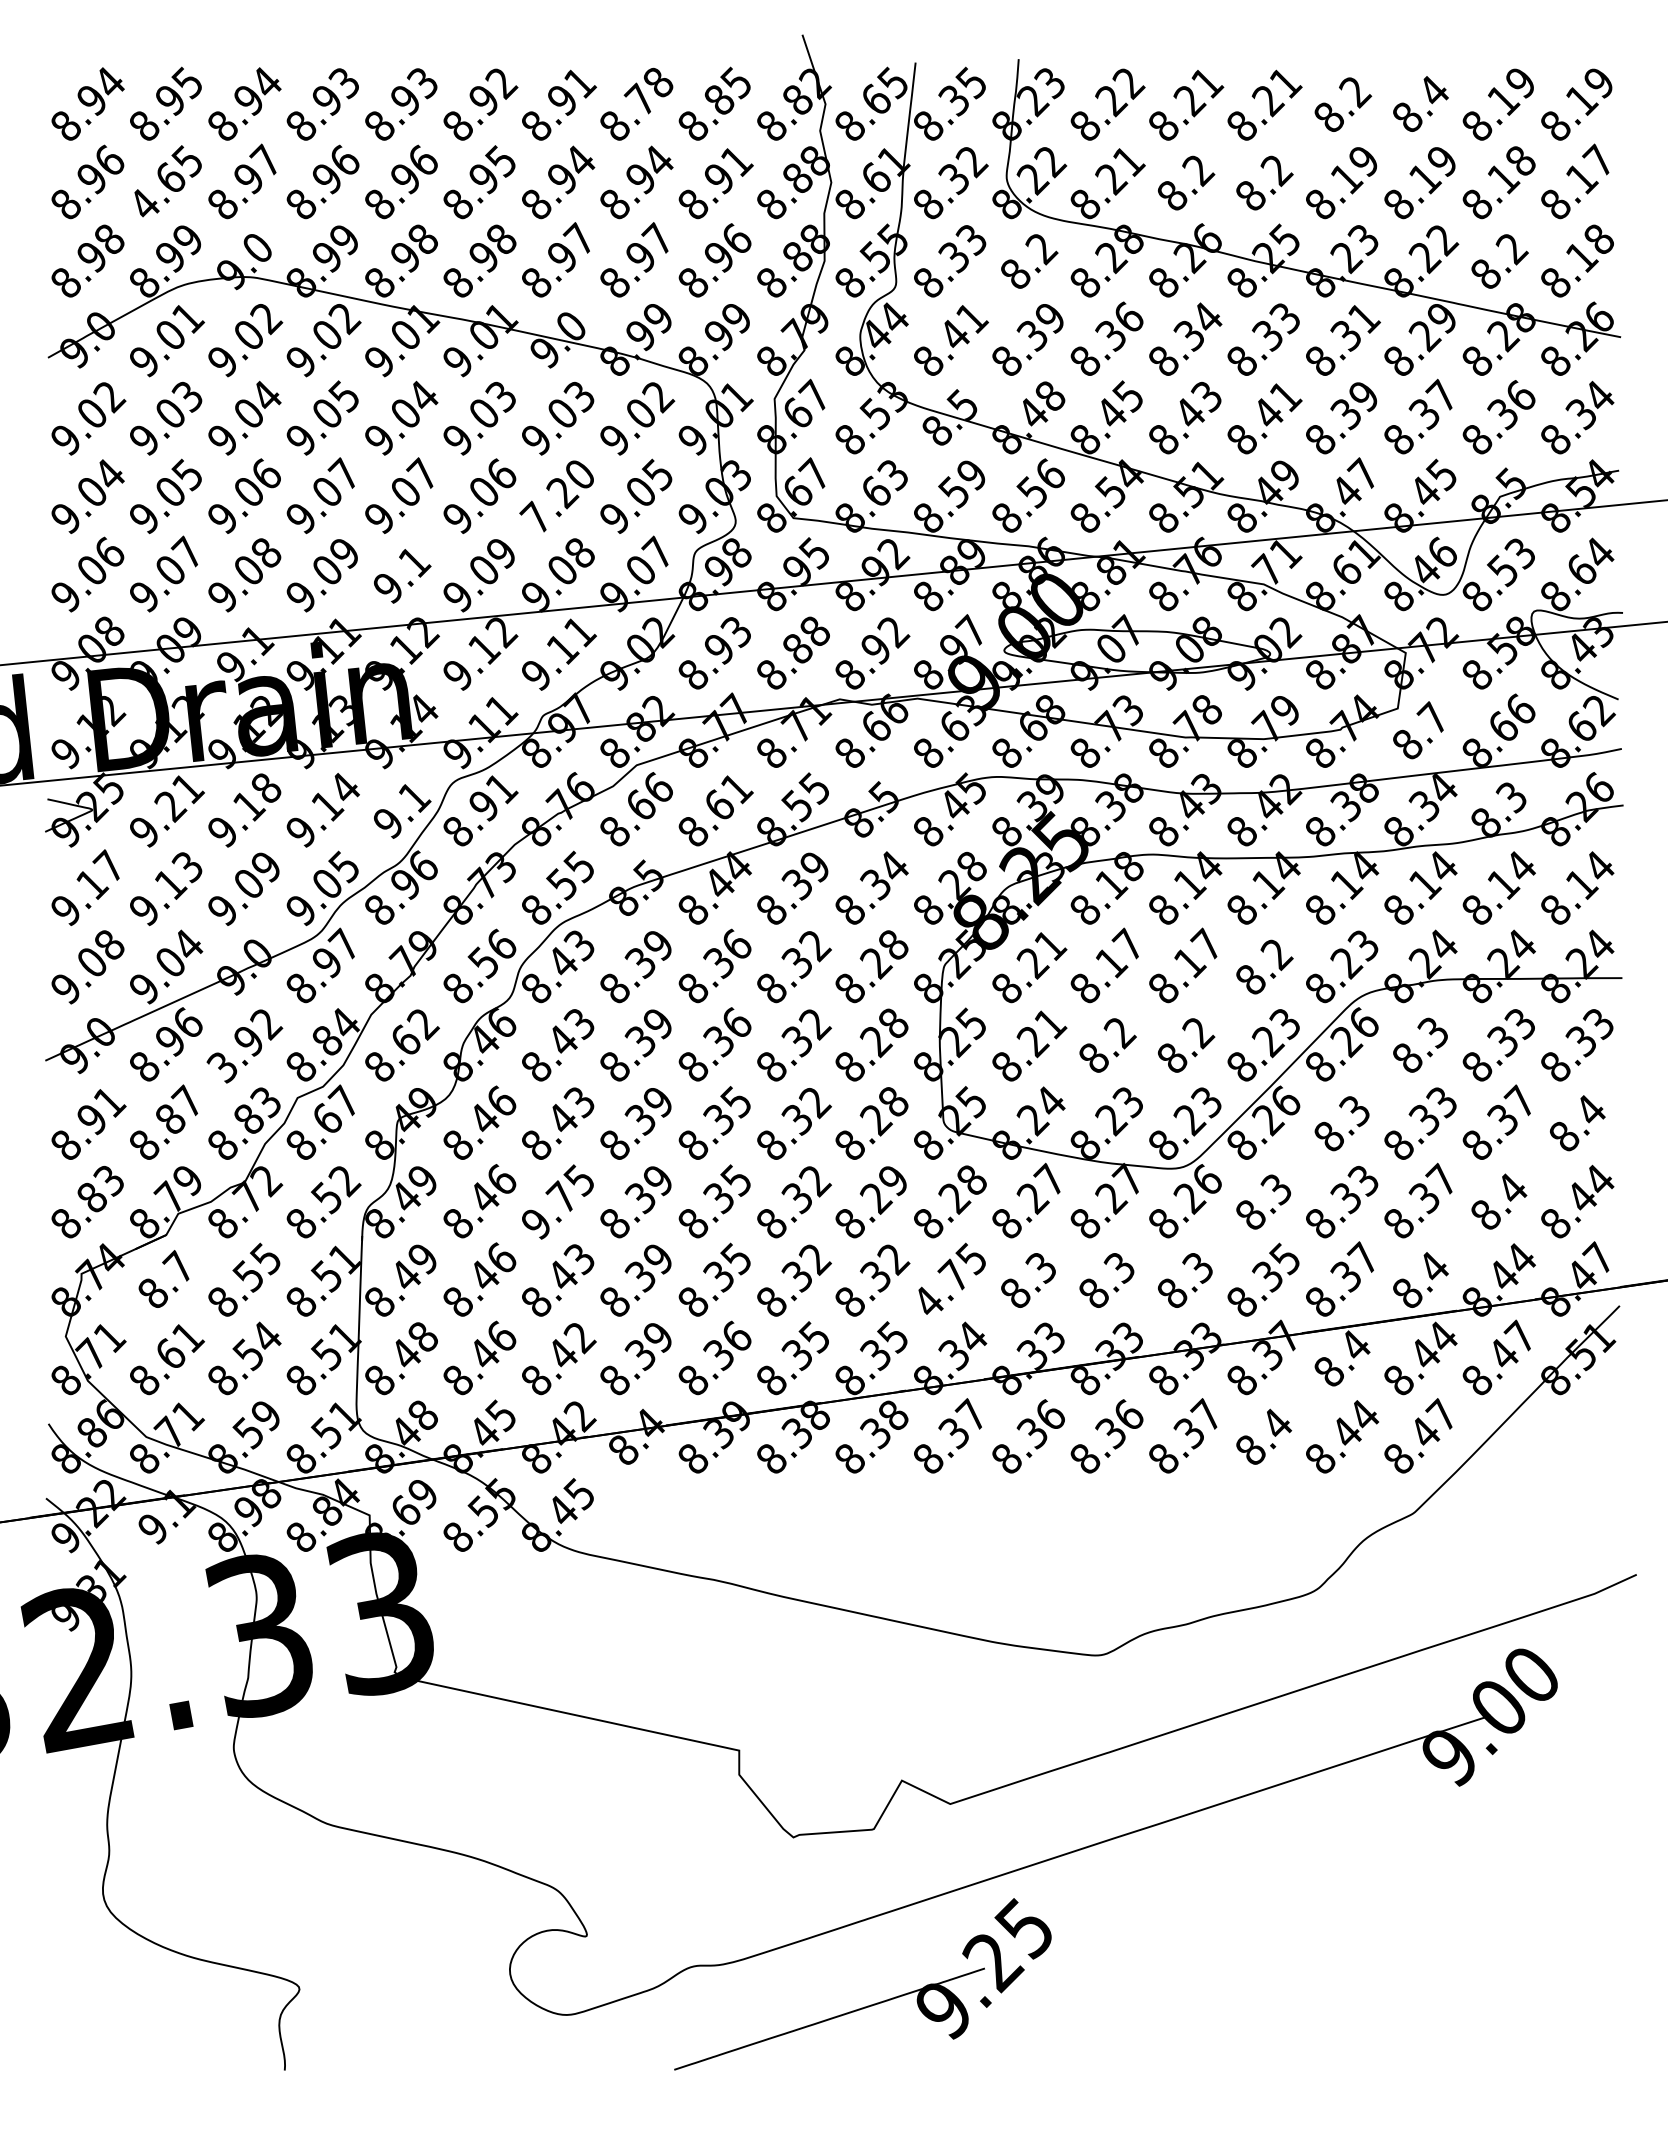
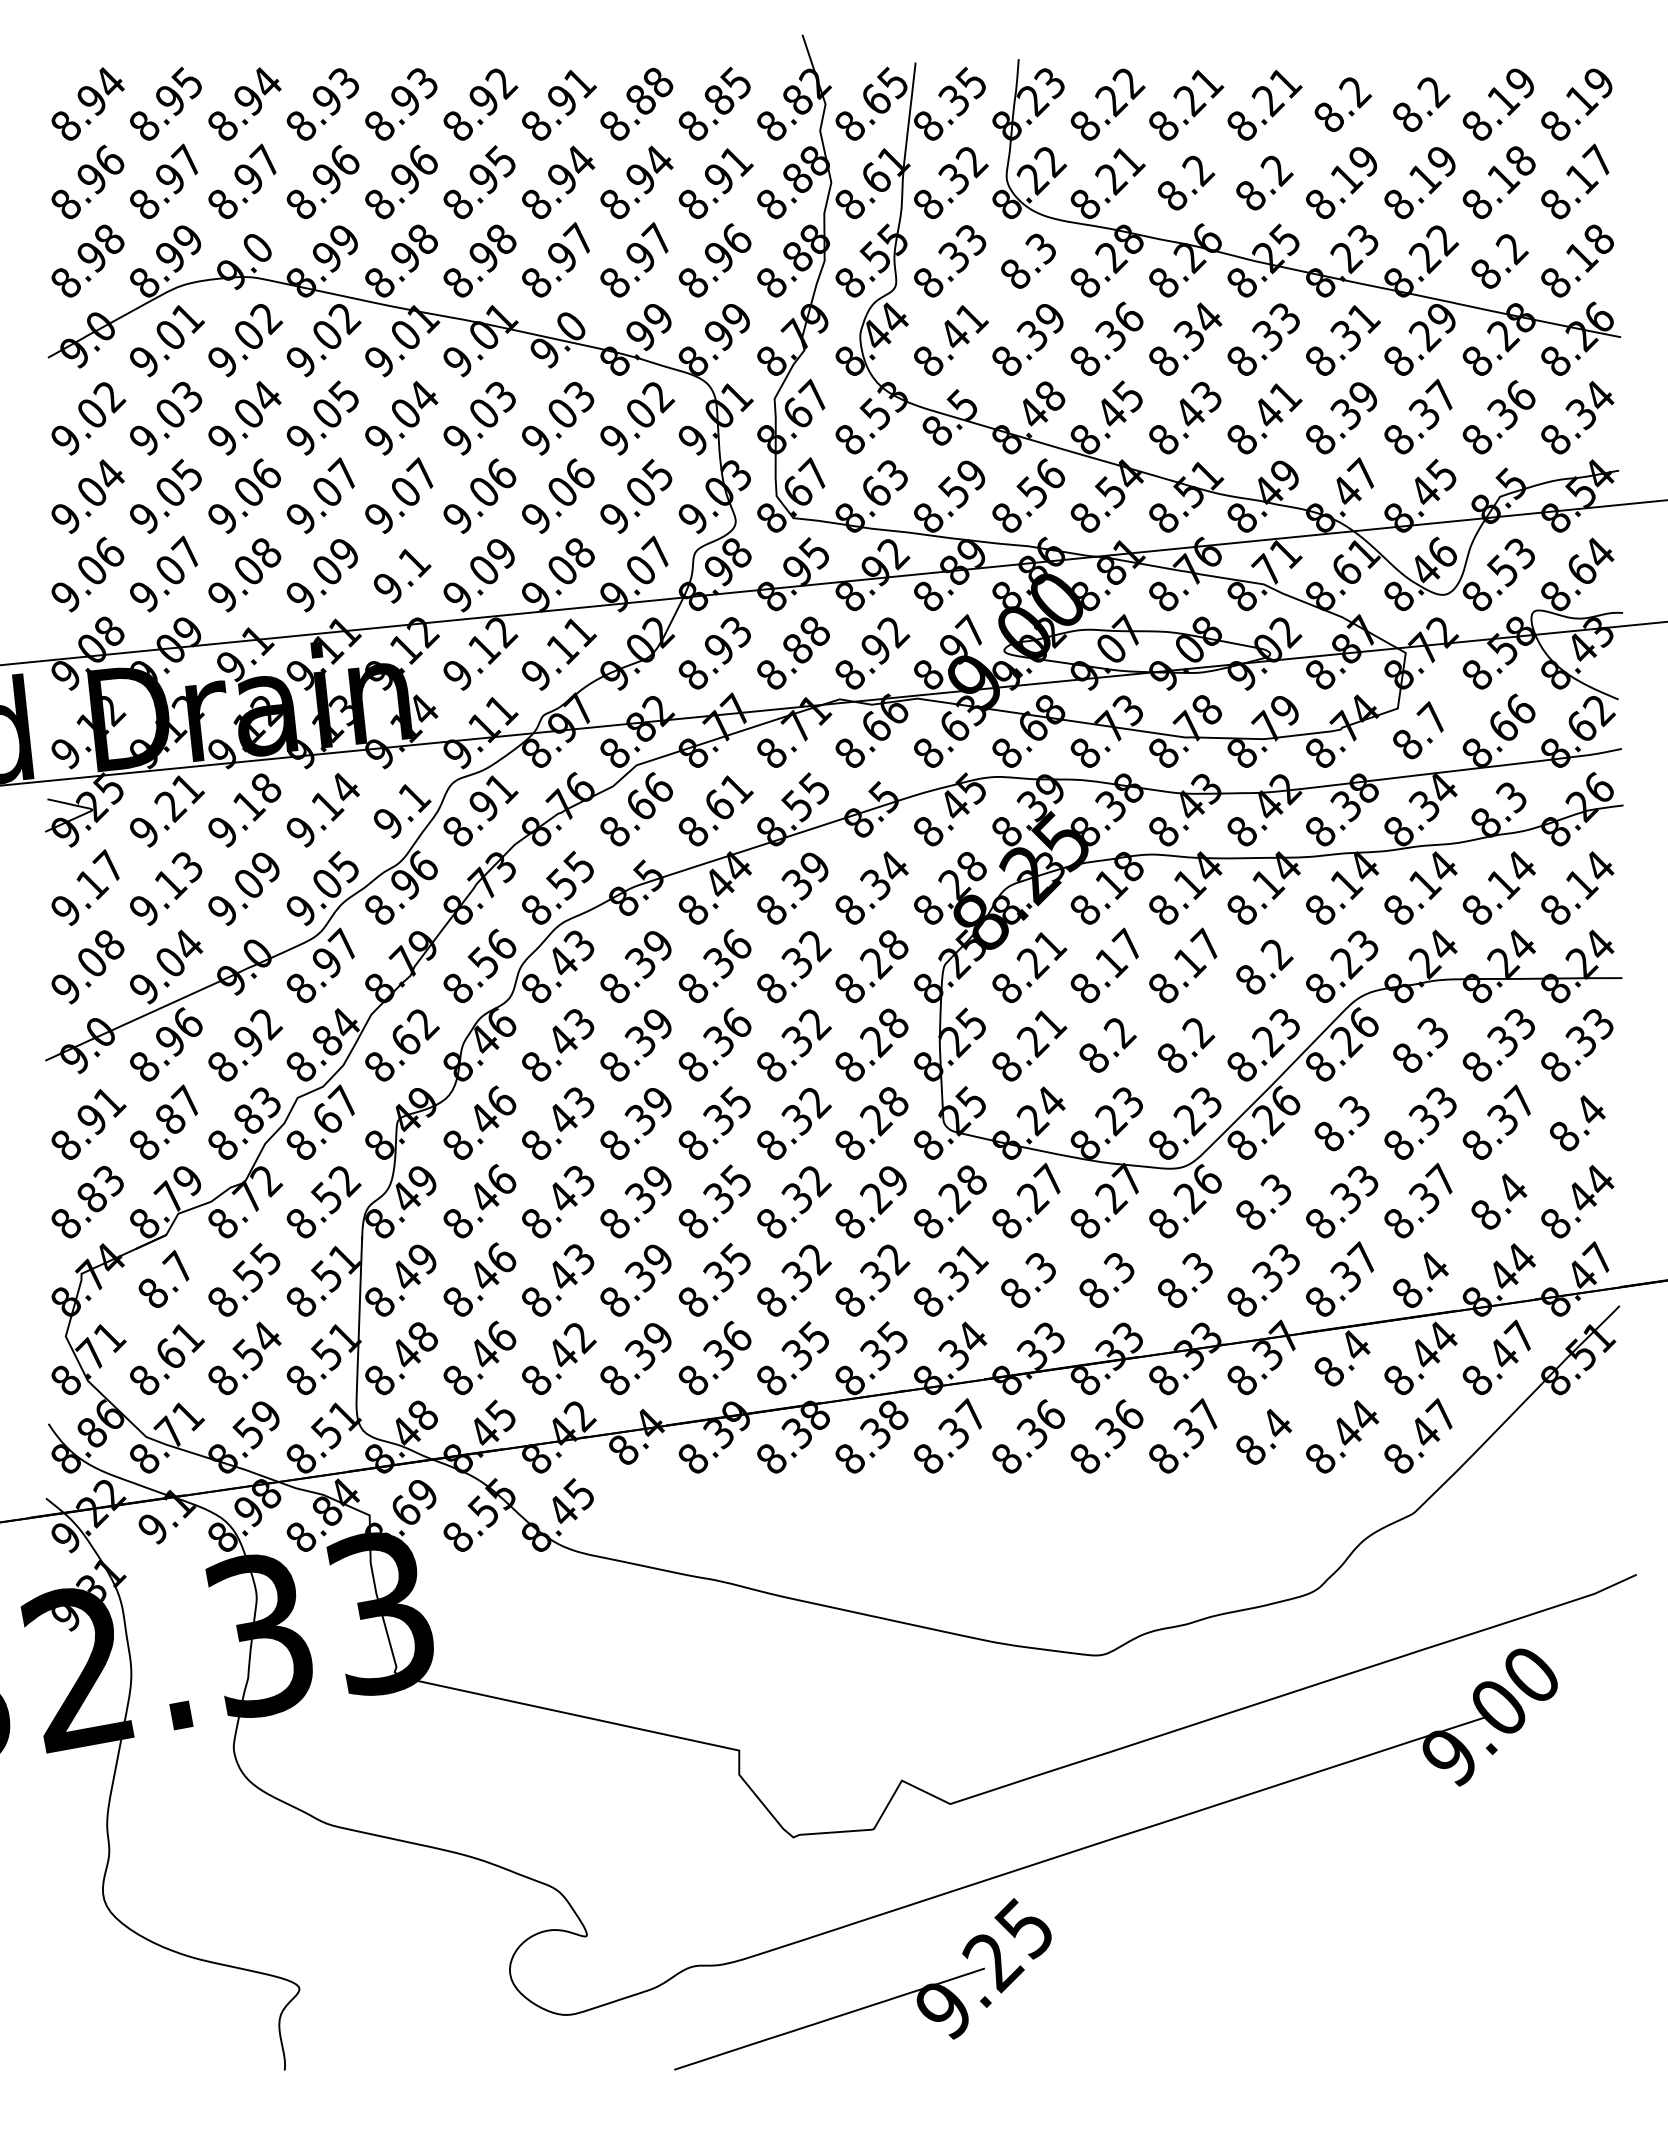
text at (1433, 92): 8.4 -> 8.2
text at (639, 98): 8.78 -> 8.88
text at (165, 181): 4.65 -> 8.97
text at (1041, 249): 8.2 -> 8.3
text at (556, 496): 7.20 -> 9.06
text at (221, 1067): 3.92 -> 8.92
text at (558, 1201): 9.75 -> 8.43
text at (1284, 1258): 8.35 -> 8.33
text at (951, 1279): 4.75 -> 8.31
